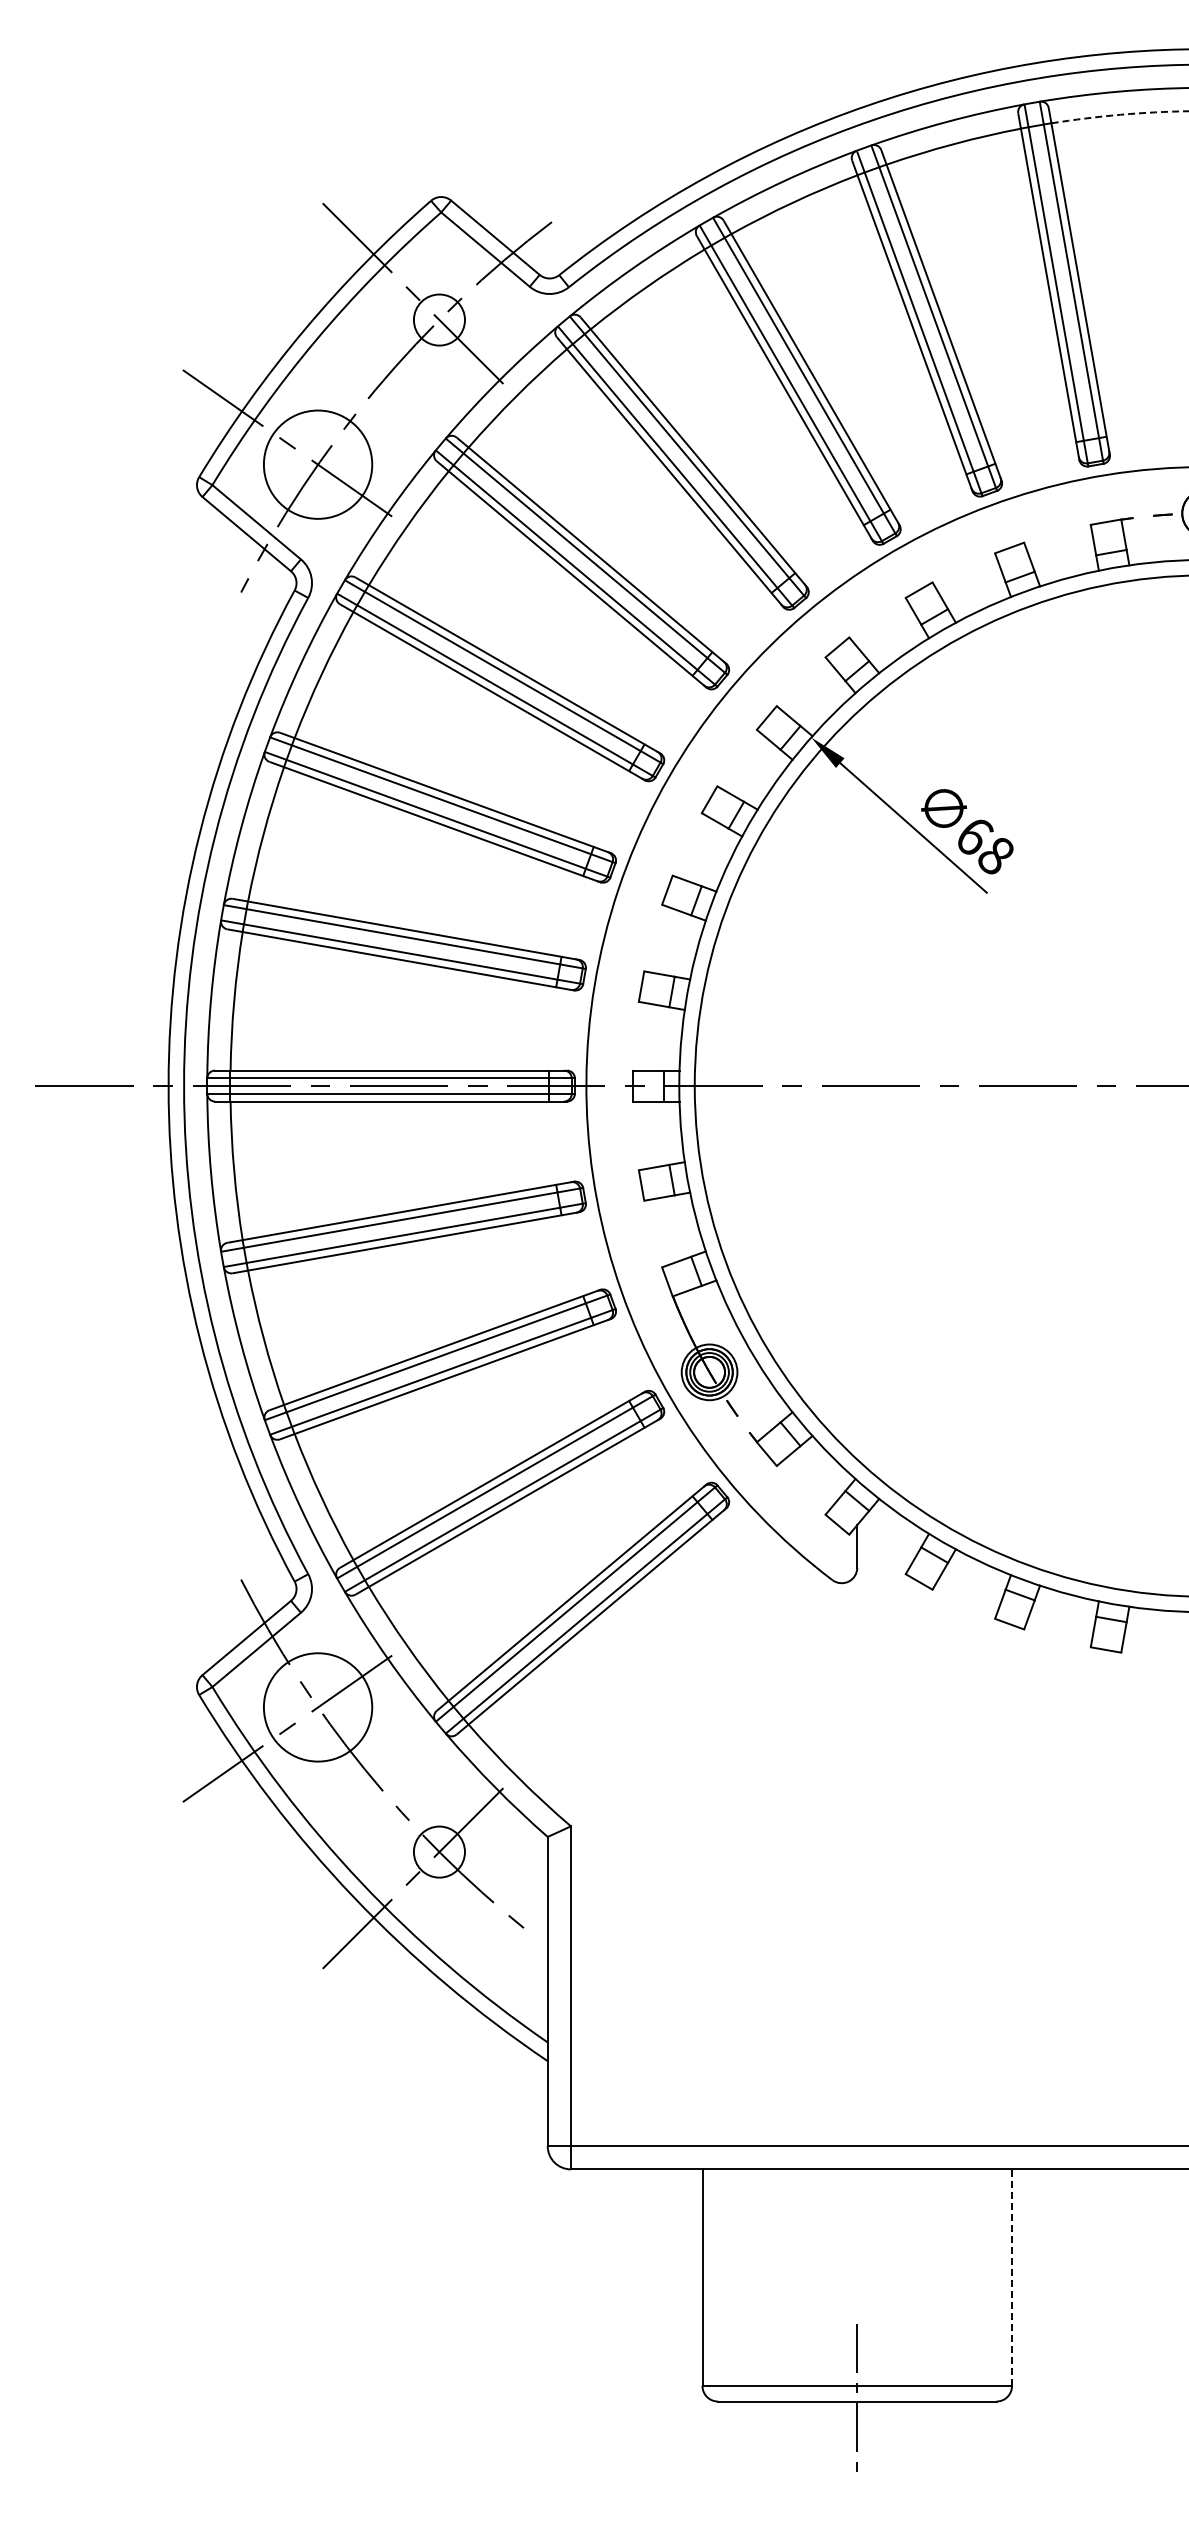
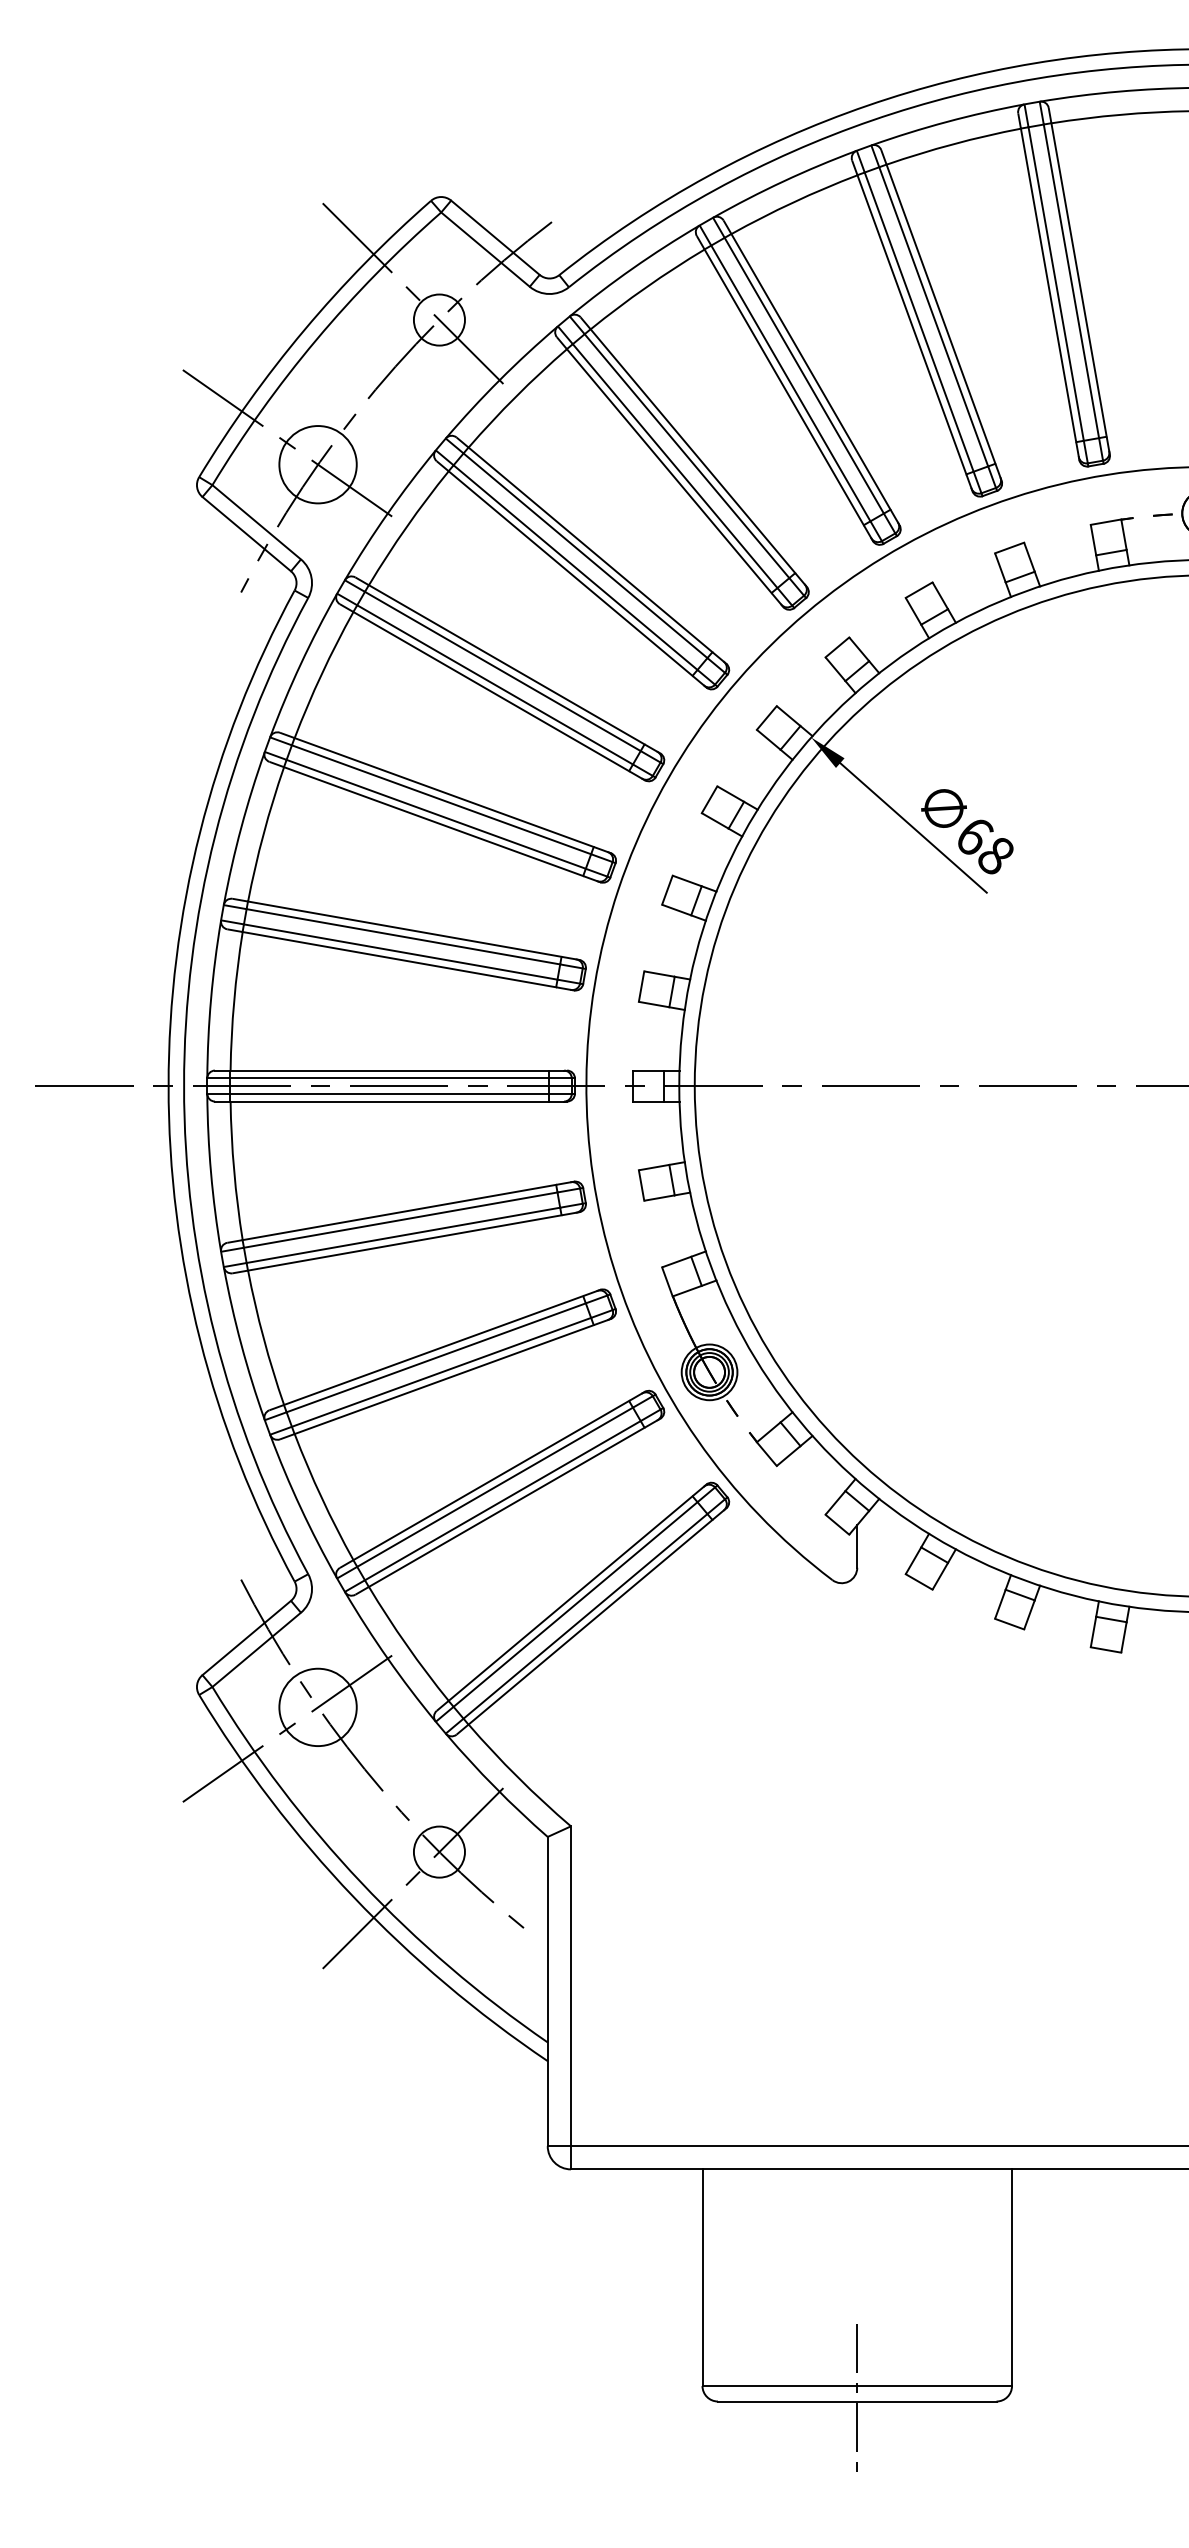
arc at (1119, 114): dashed -> solid
circle at (317, 464) diameter: 108 px -> 77 px
circle at (317, 1707) diameter: 108 px -> 77 px
line at (1012, 2277): dashed -> solid
